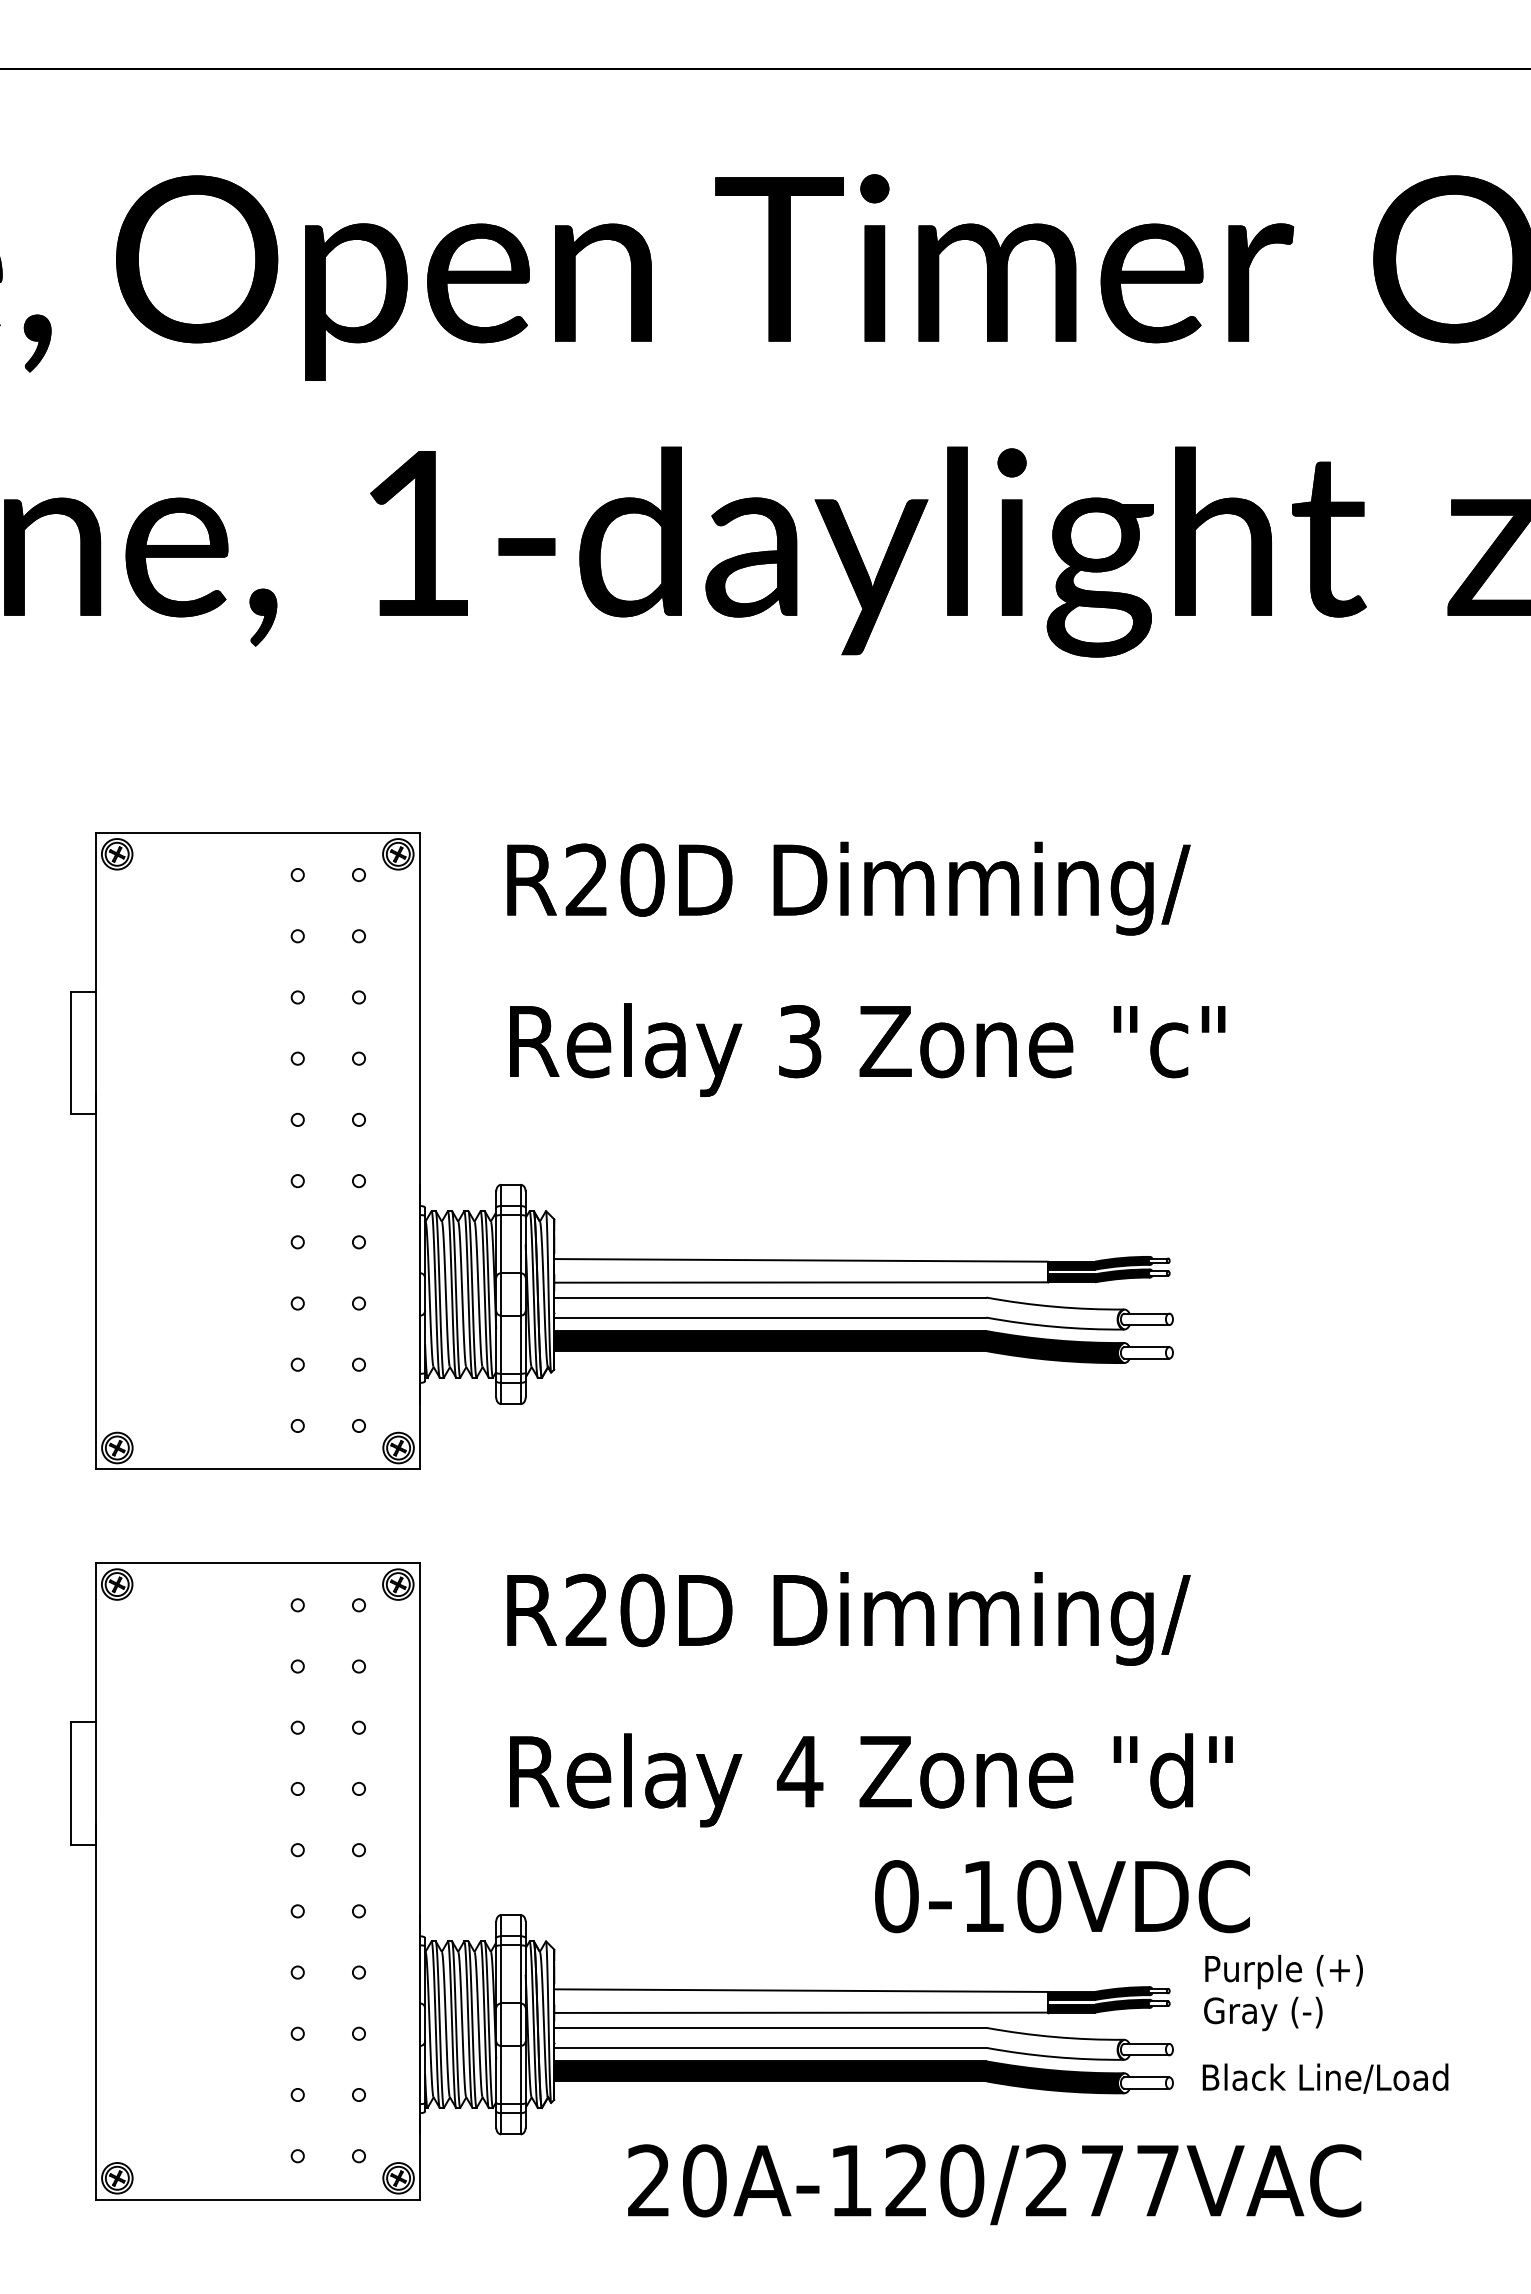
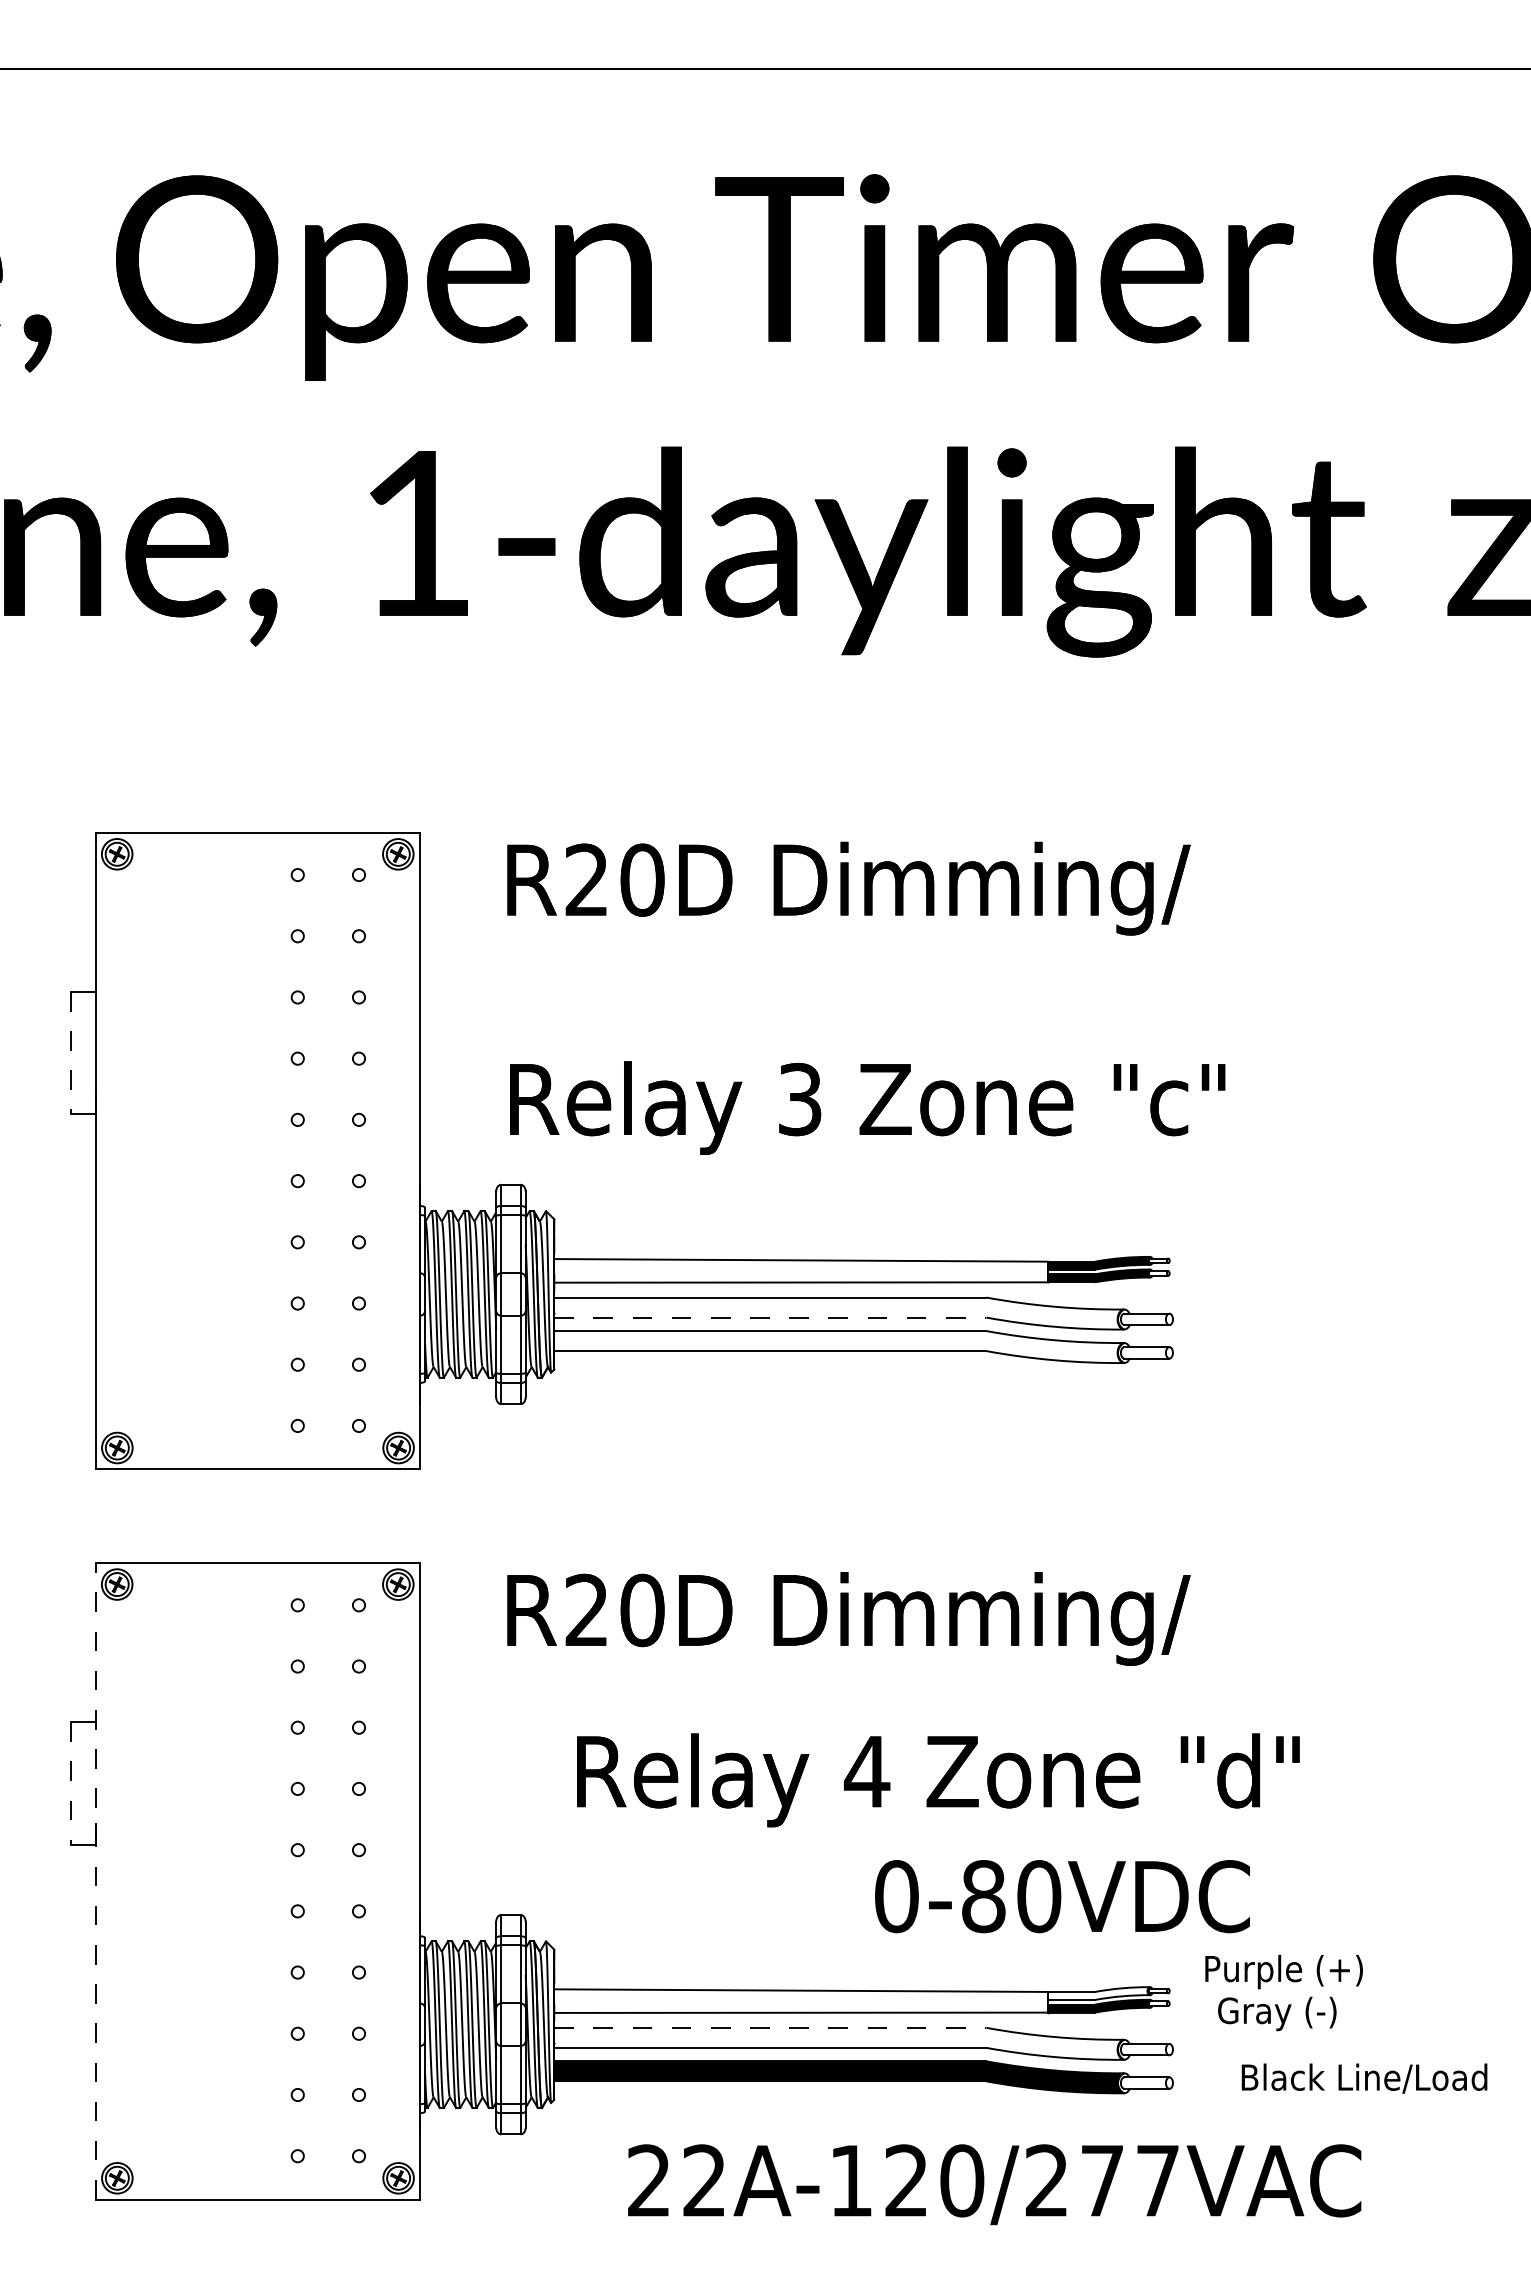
text at (867, 1049) position: (867, 1049) -> (867, 1107)
line at (71, 1053): solid -> dashed
line at (770, 1317): solid -> dashed
fill at (839, 1347): present -> none
text at (871, 1780) position: (871, 1780) -> (938, 1780)
line at (71, 1783): solid -> dashed
line at (95, 1880): solid -> dashed
text at (983, 1896): 0-10VDC -> 0-80VDC
fill at (1098, 1993): present -> none
text at (1263, 2013) position: (1263, 2013) -> (1277, 2013)
line at (770, 2027): solid -> dashed
text at (1325, 2078) position: (1325, 2078) -> (1364, 2078)
text at (704, 2180): 20A-120/277VAC -> 22A-120/277VAC
